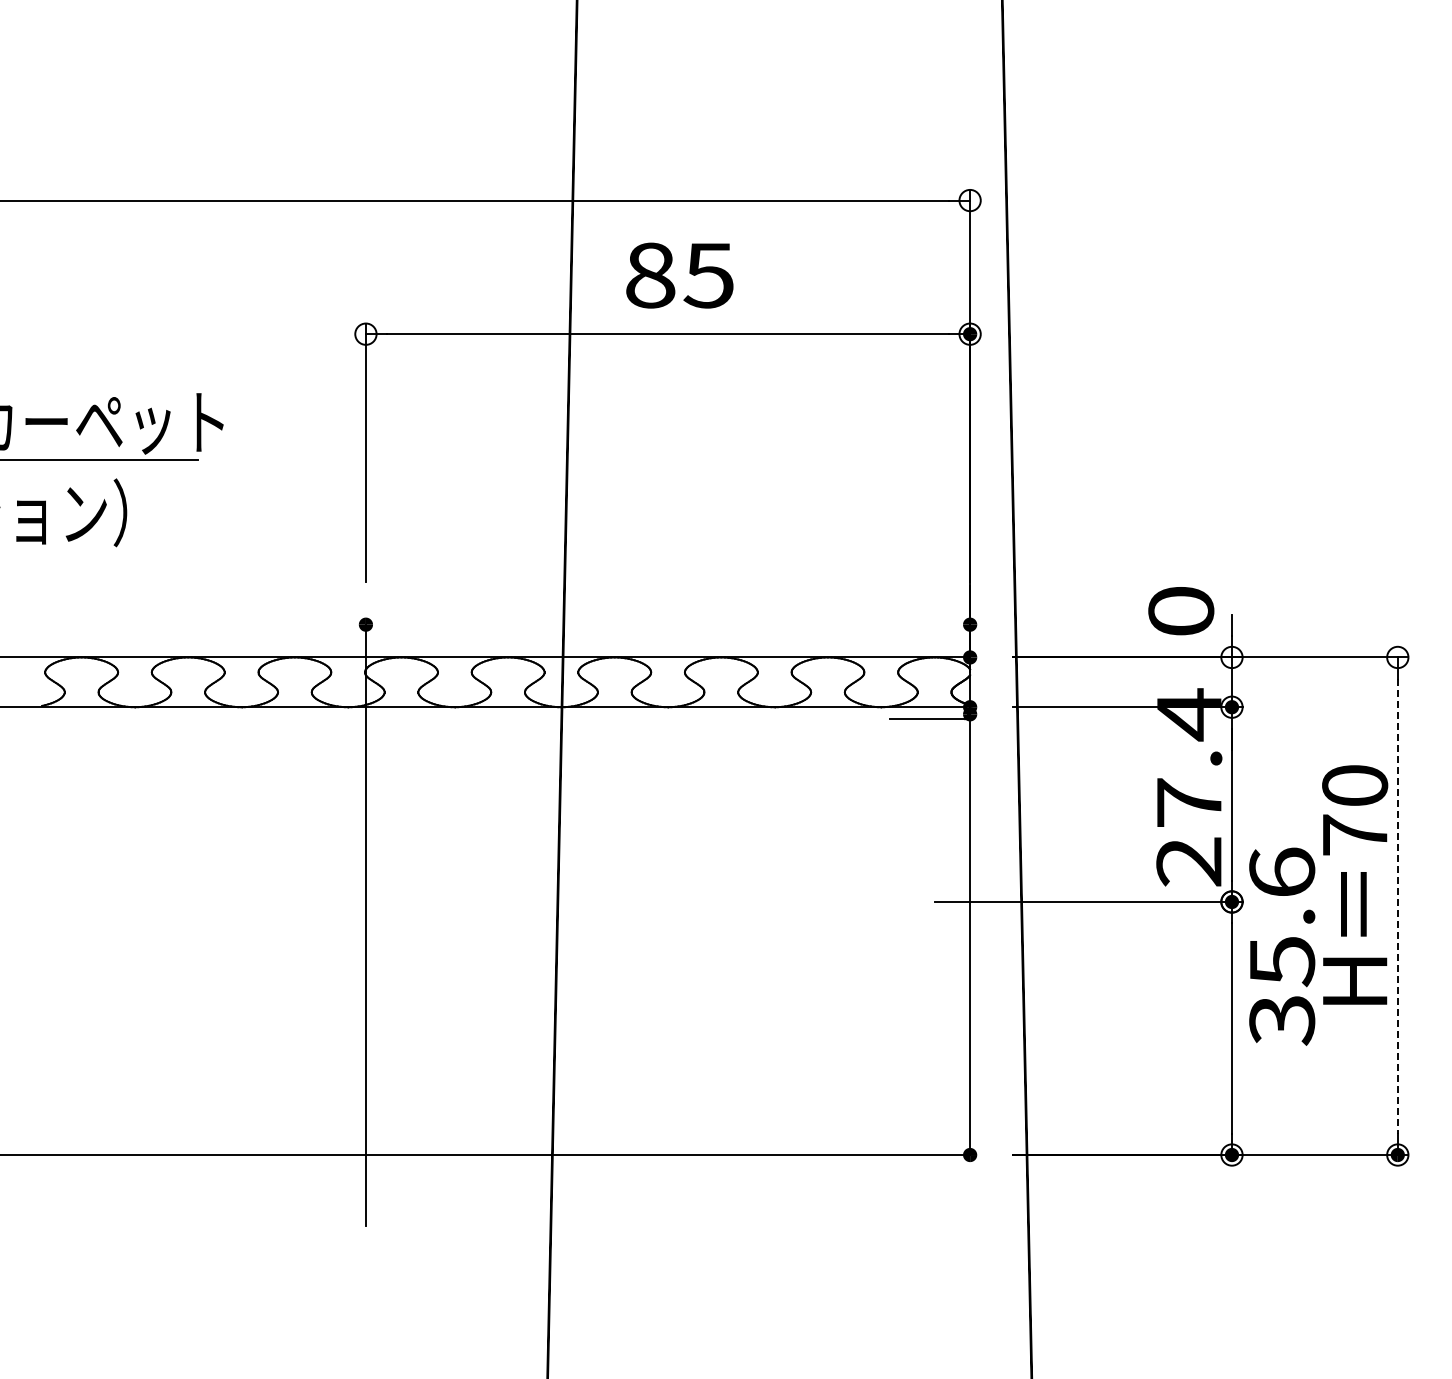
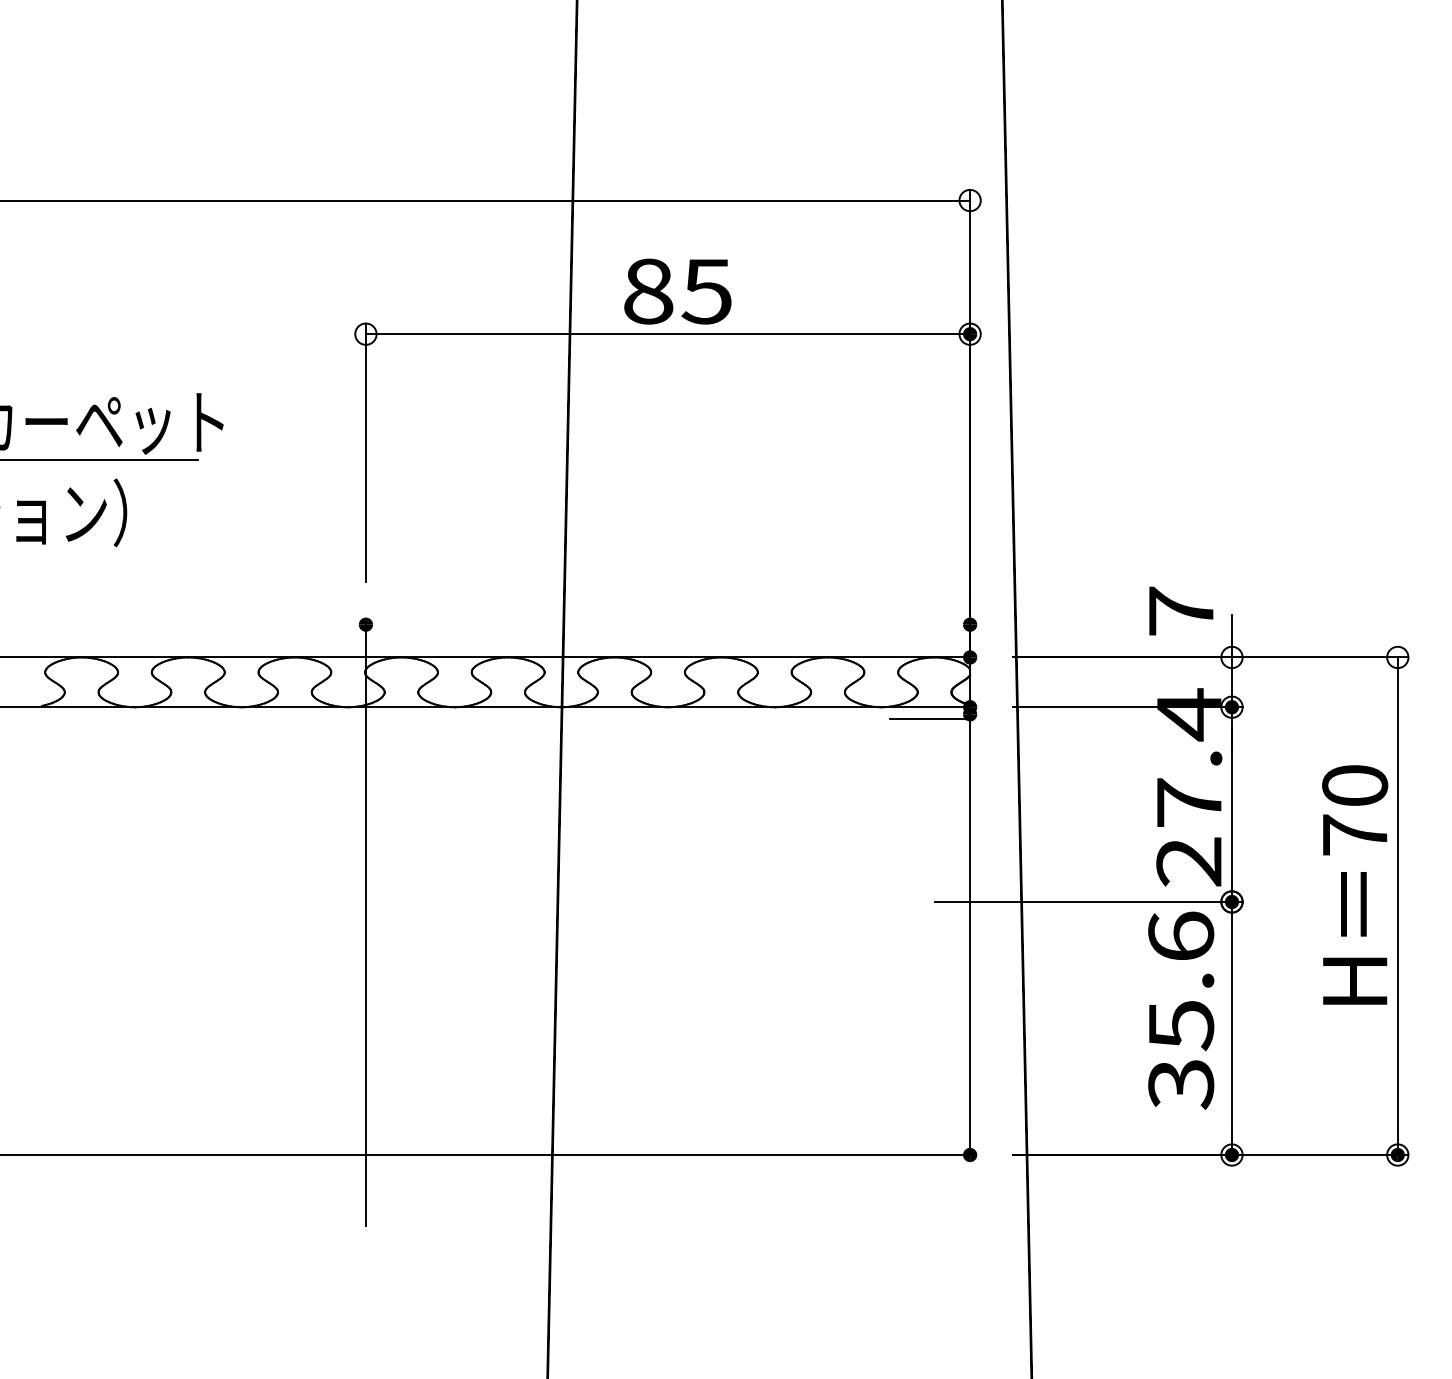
text at (679, 275) position: (679, 275) -> (677, 291)
text at (1181, 610): 0 -> 7
line at (1397, 906): dashed -> solid
text at (1282, 946) position: (1282, 946) -> (1181, 1010)
